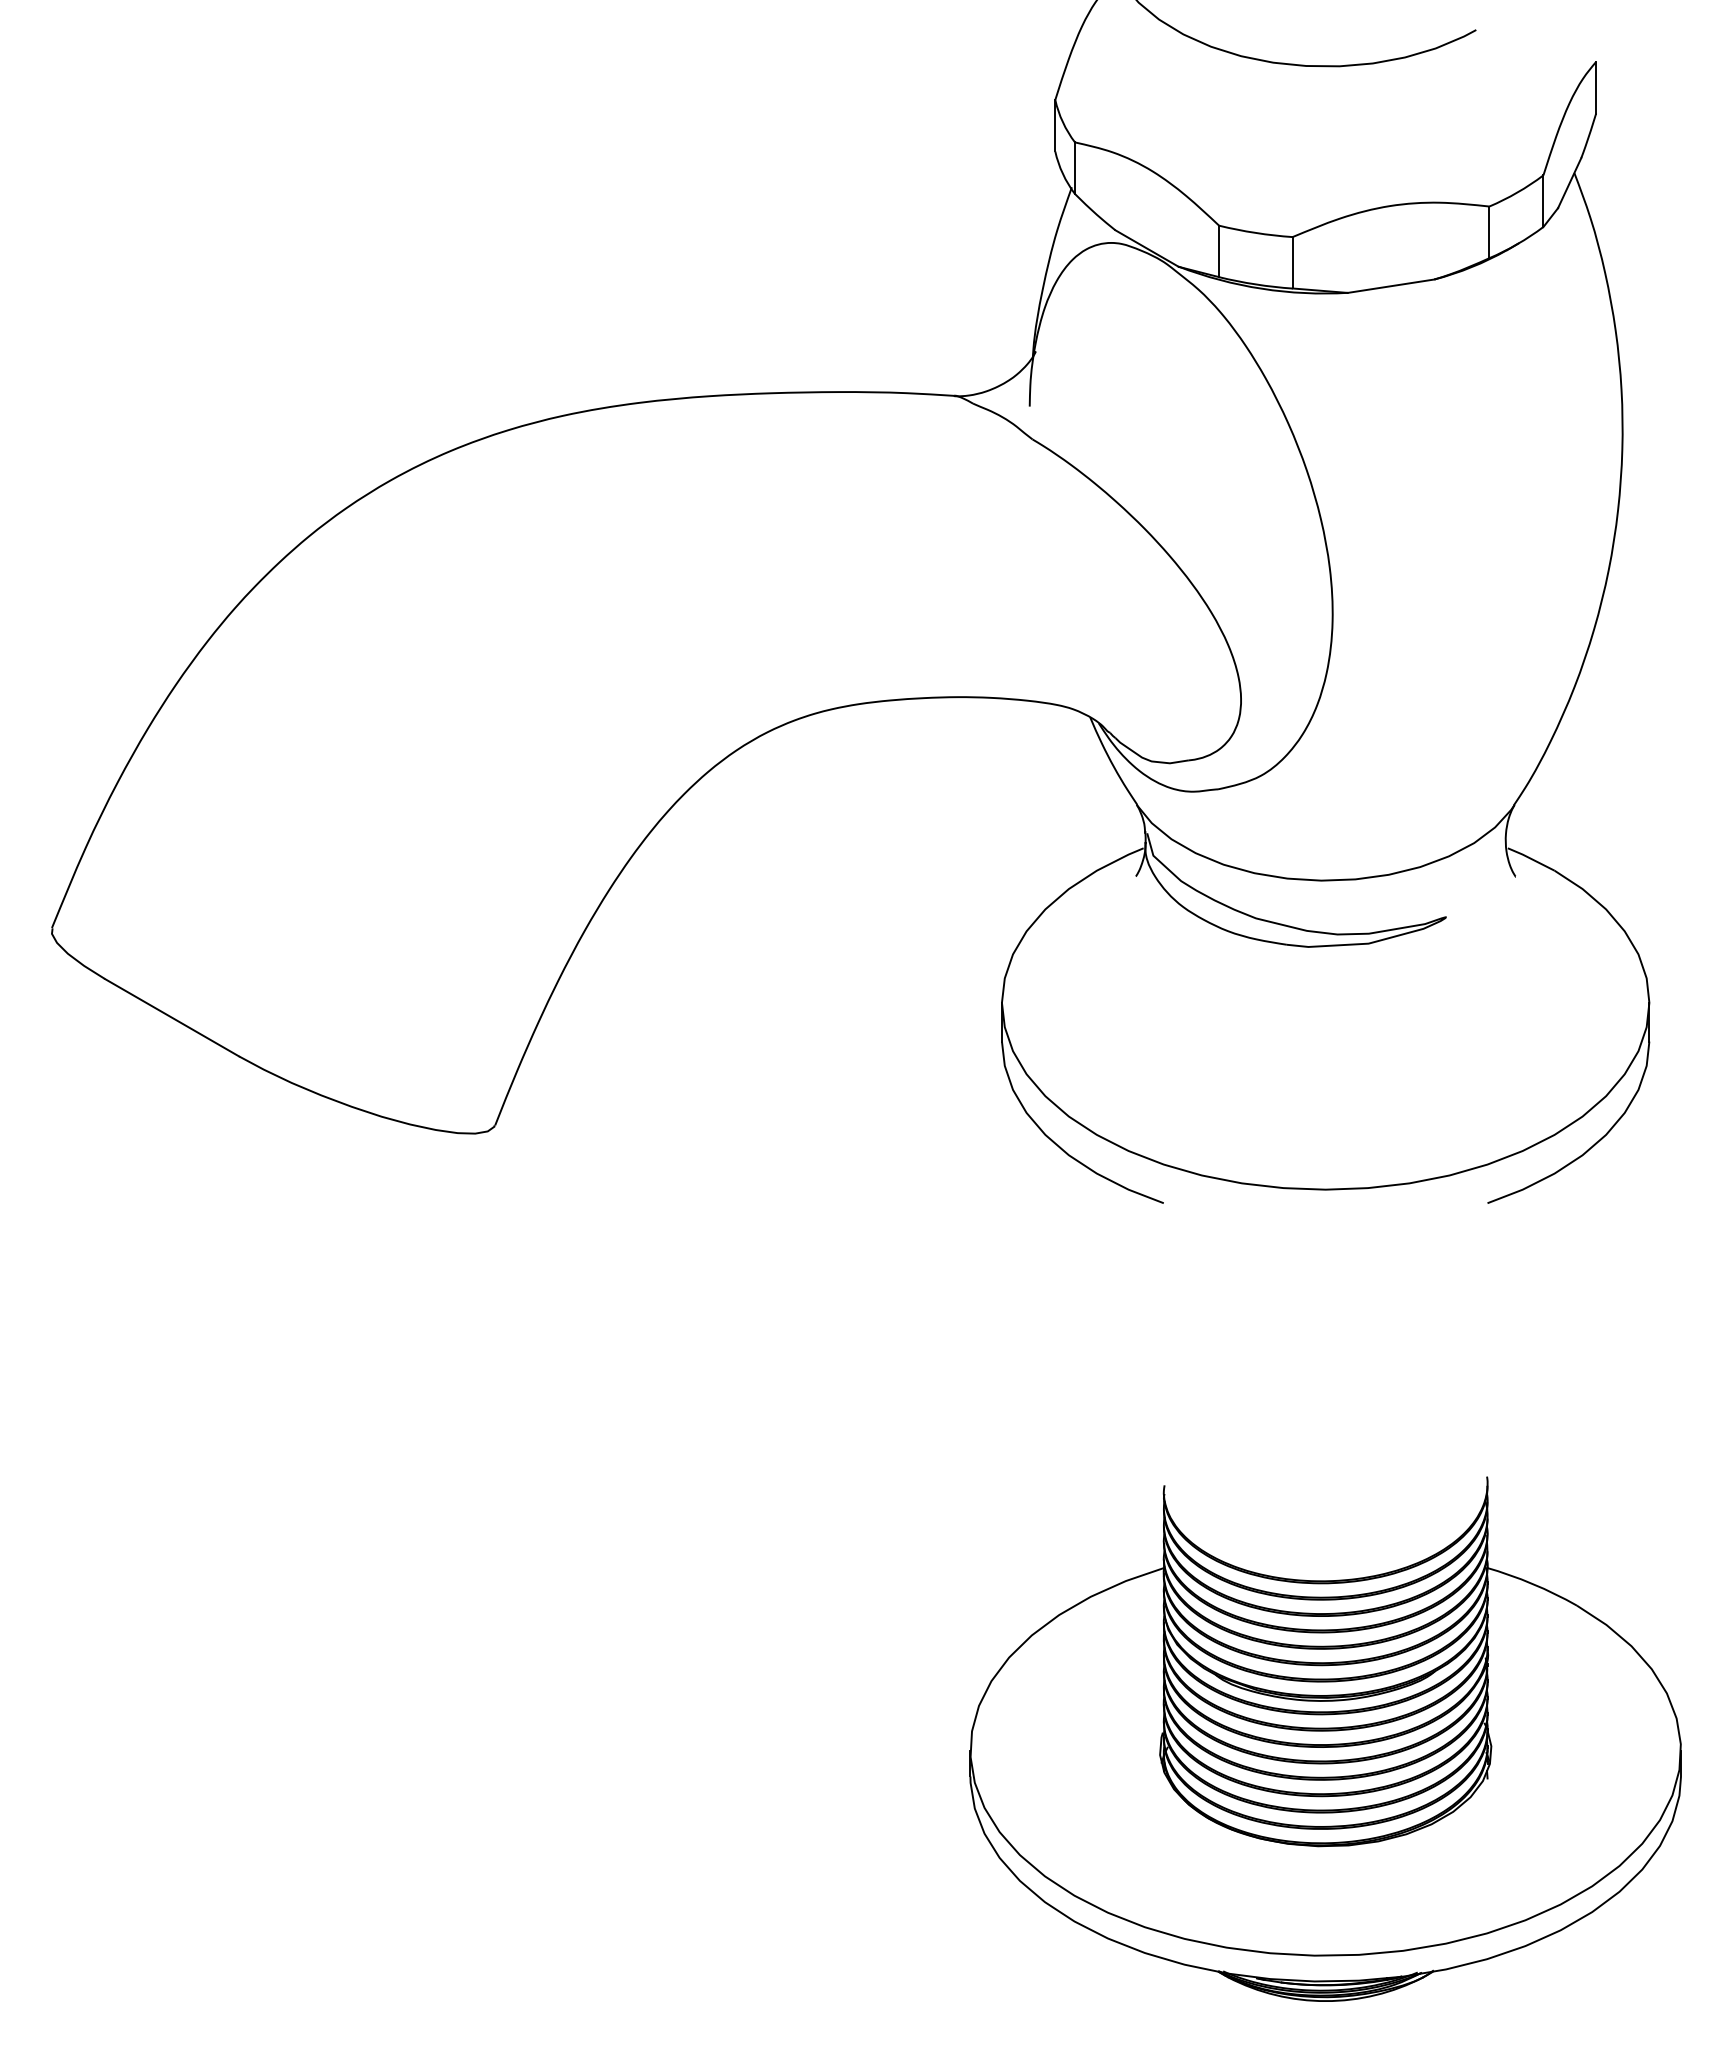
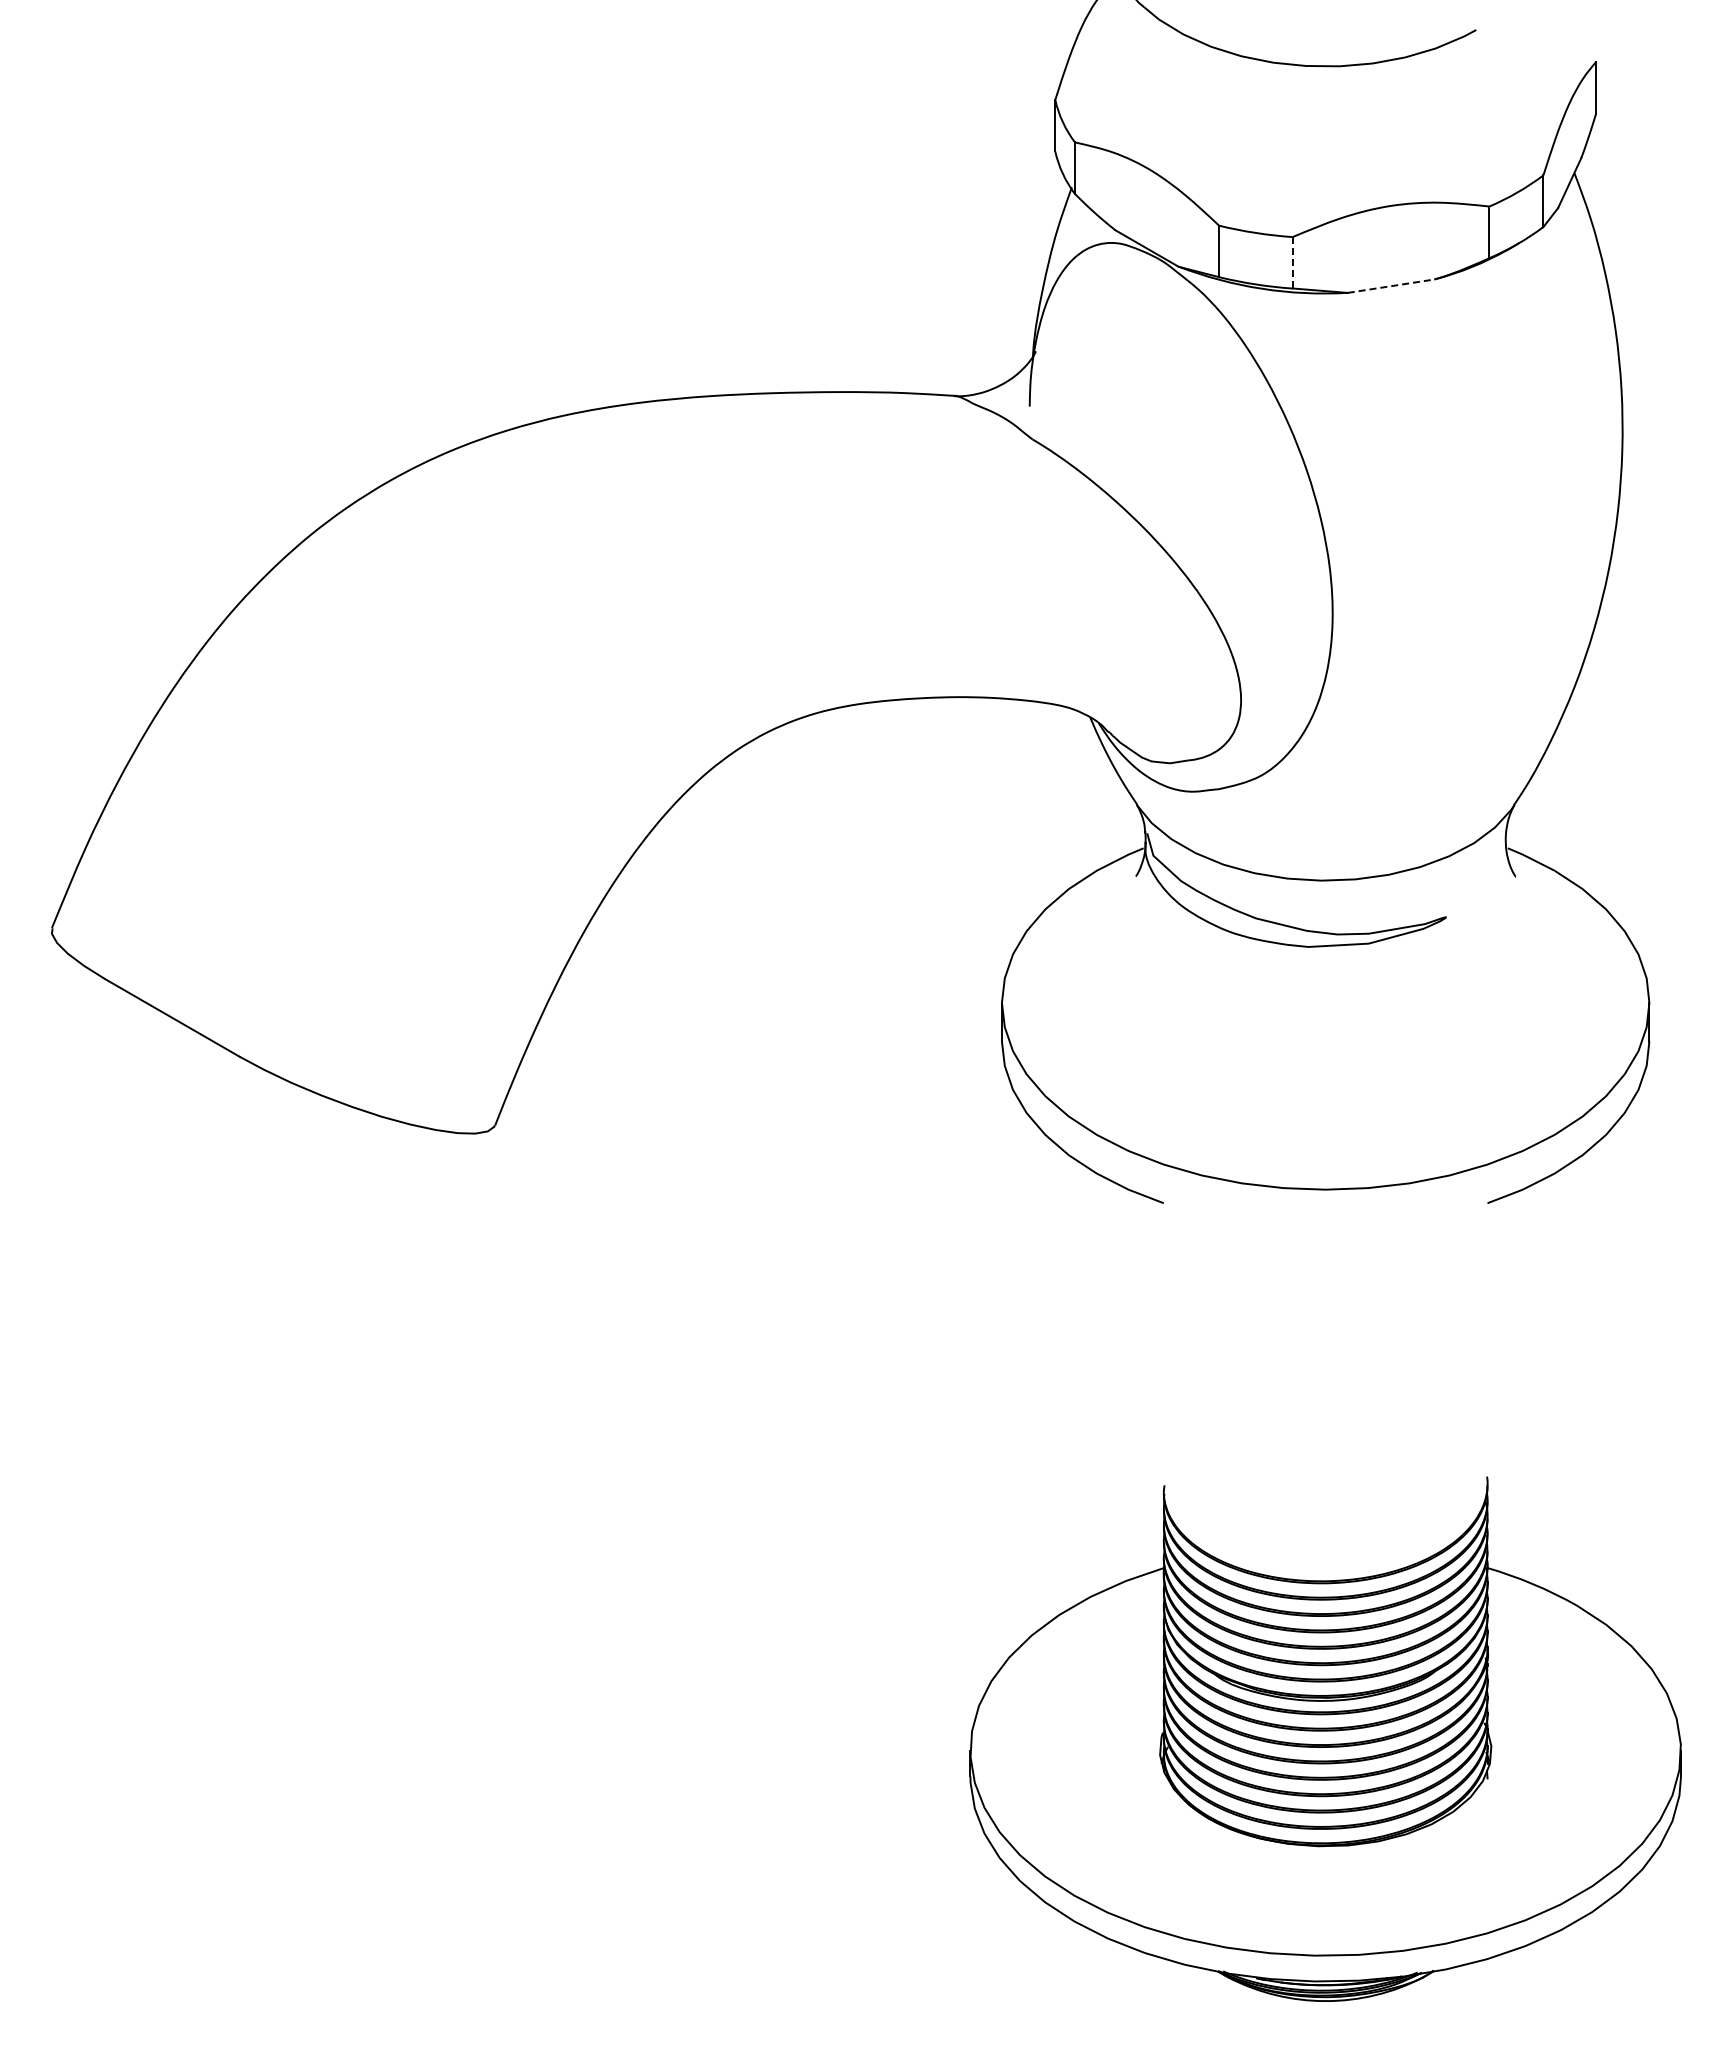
line at (1292, 262): solid -> dashed
line at (1391, 286): solid -> dashed
